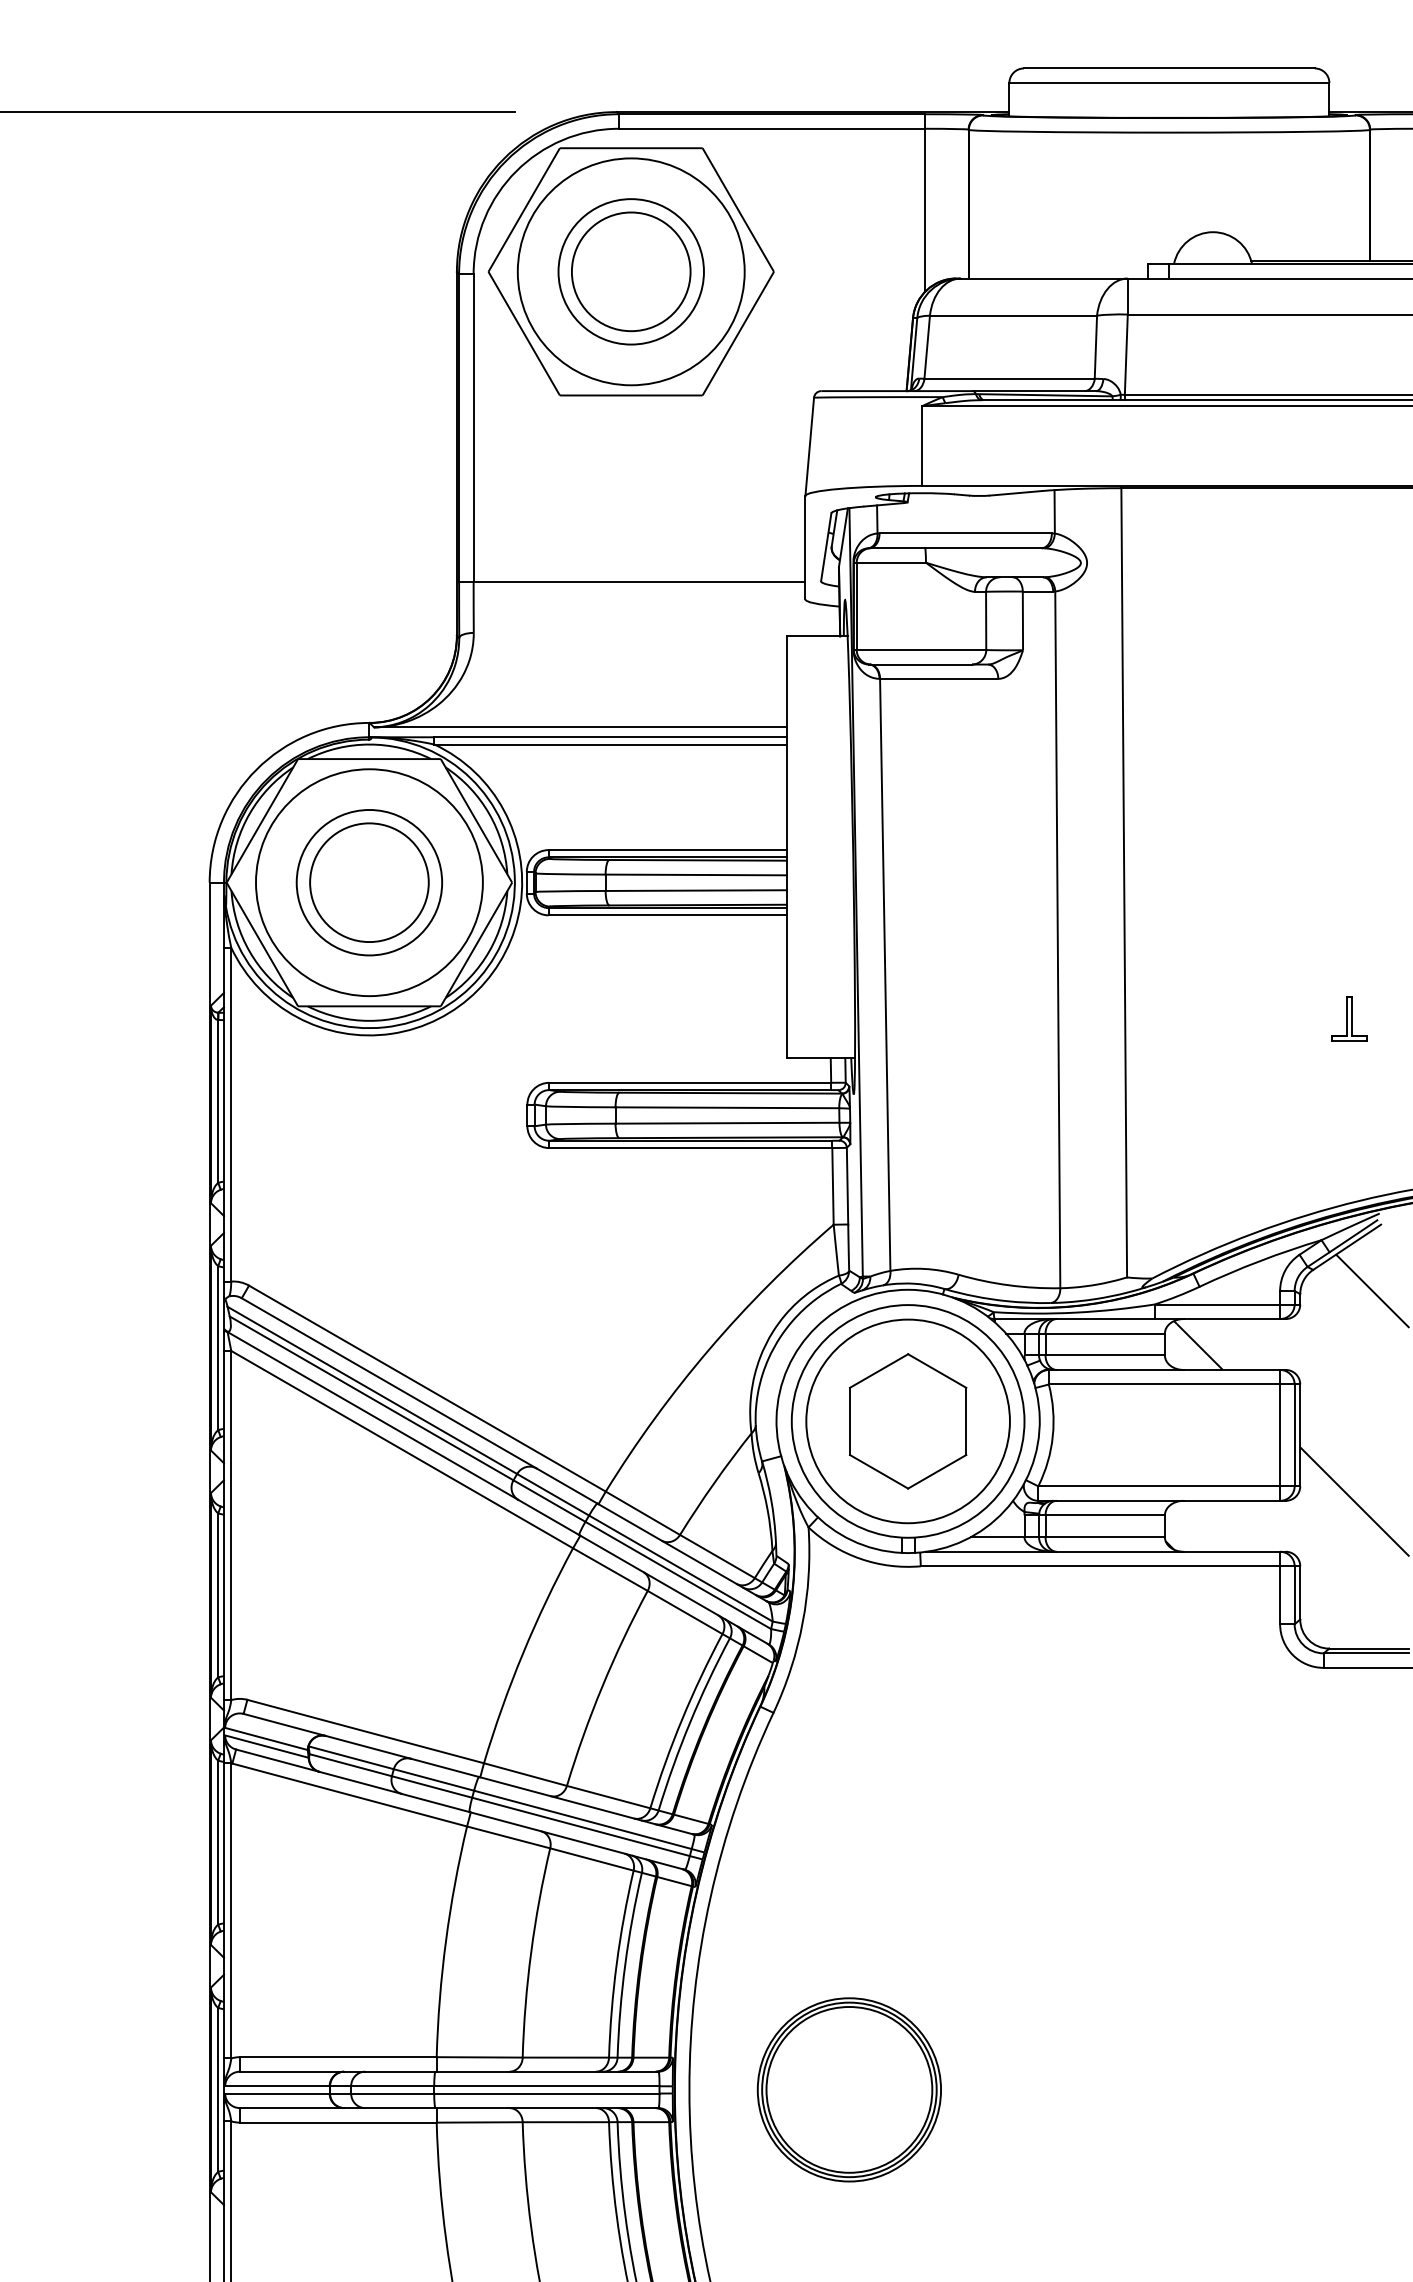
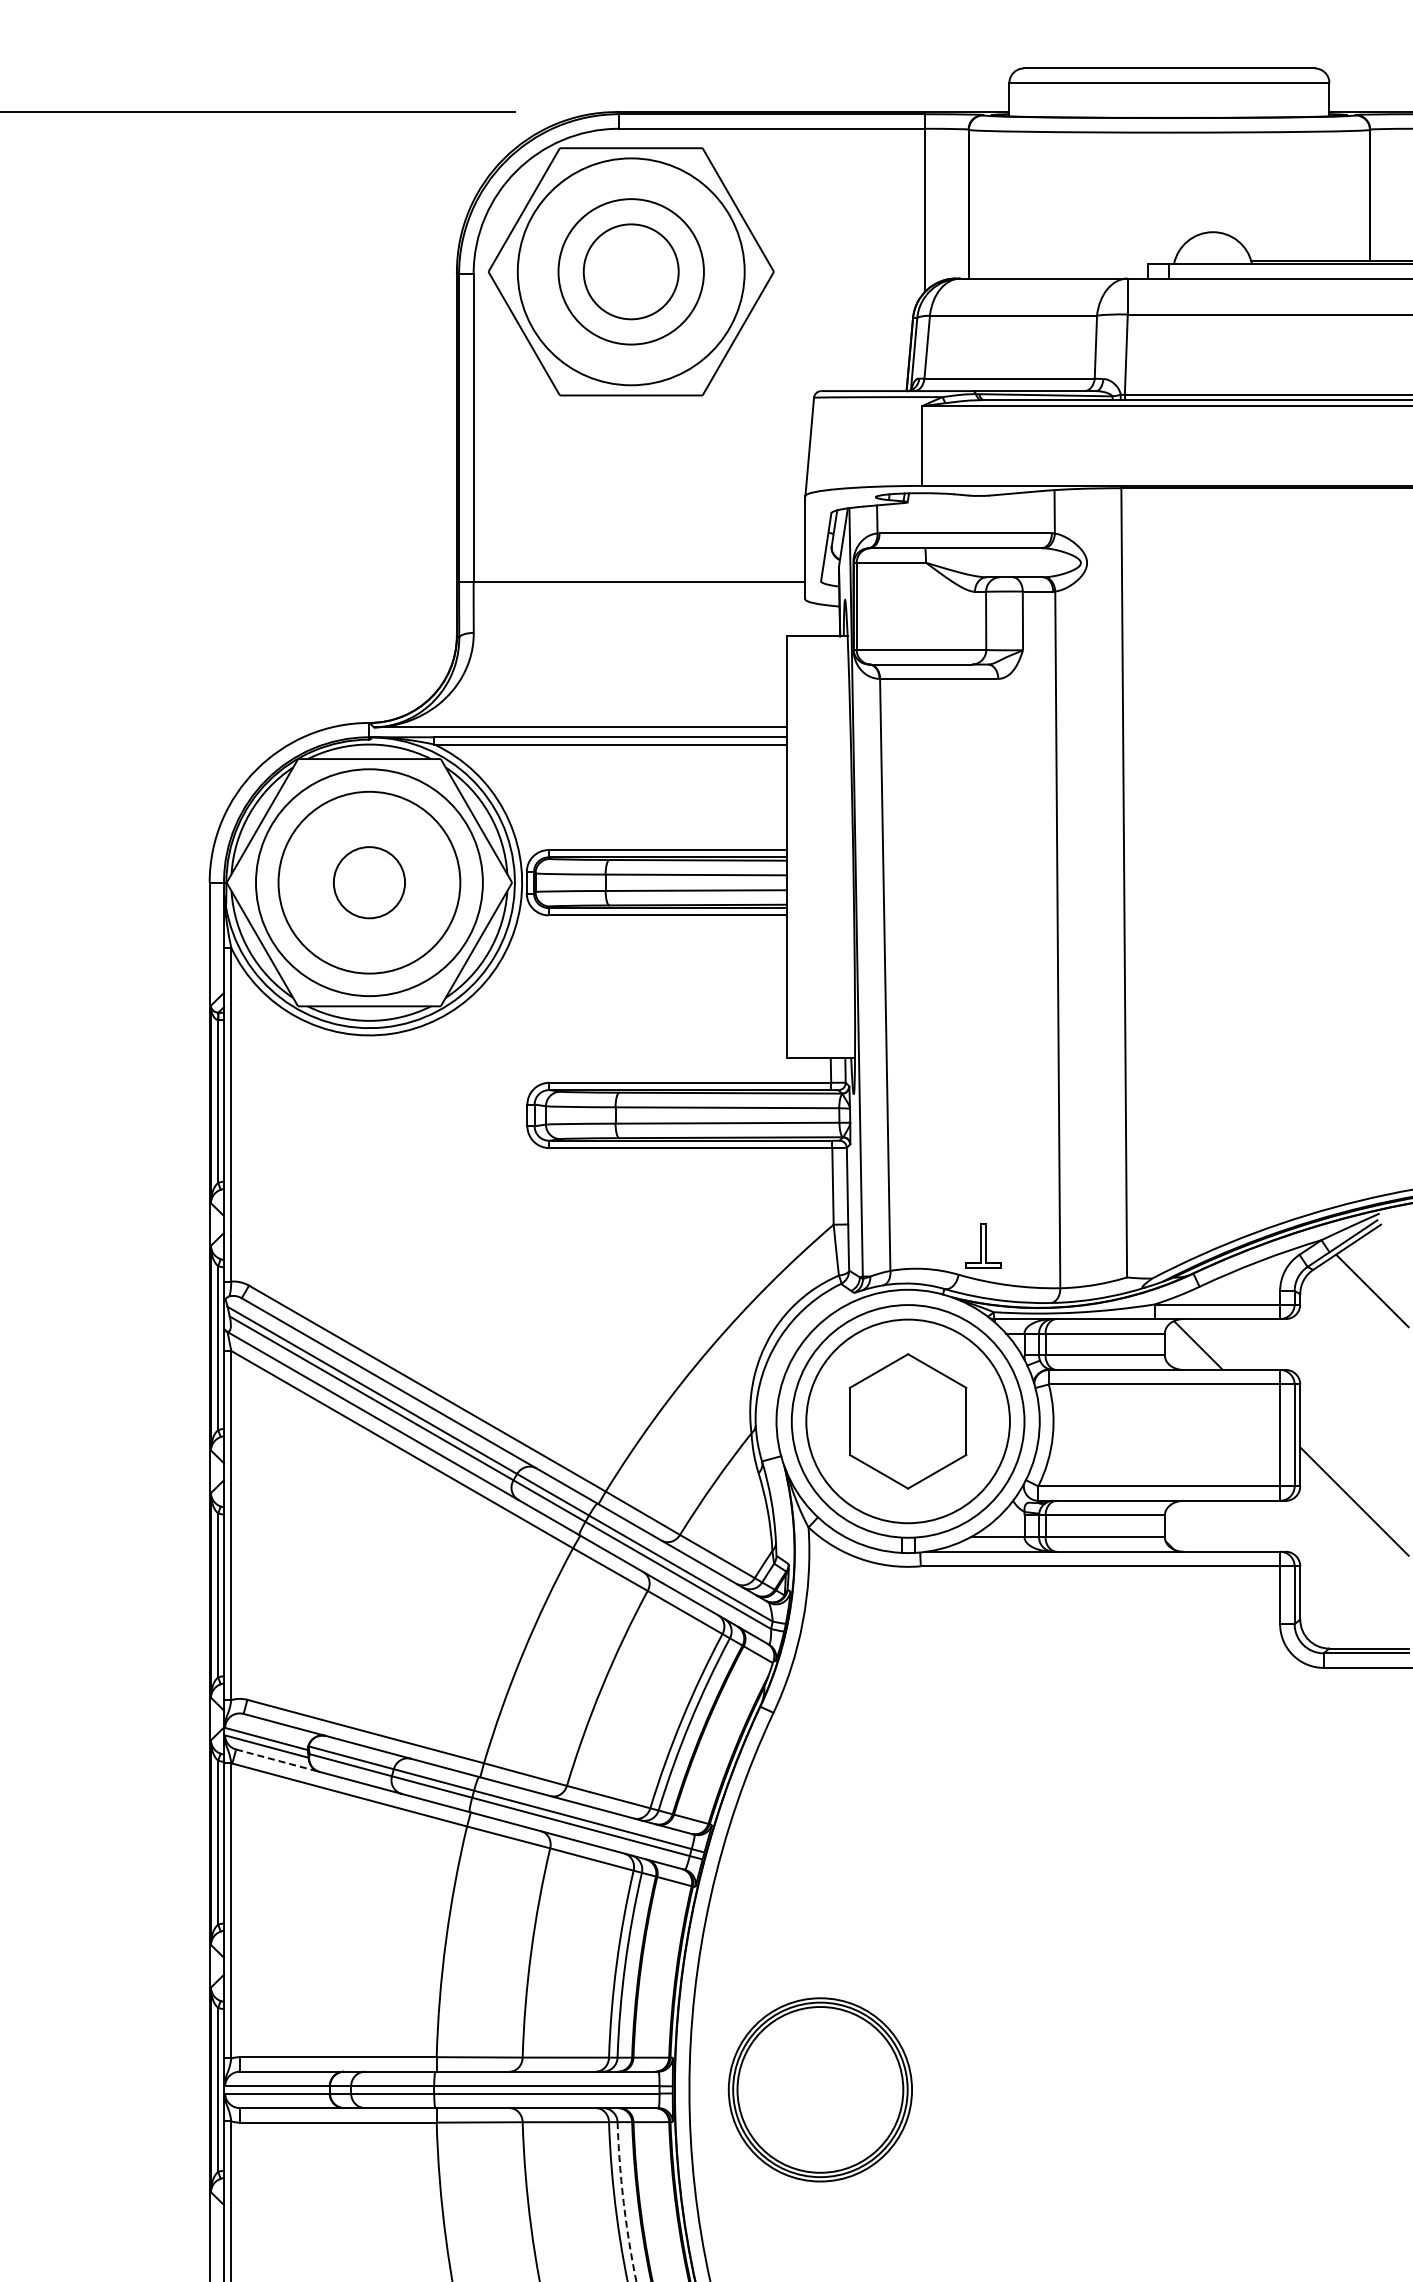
circle at (630, 271) diameter: 119 px -> 95 px
circle at (369, 882) diameter: 119 px -> 71 px
circle at (369, 882) diameter: 145 px -> 182 px
part at (1349, 1018) position: (1349, 1018) -> (983, 1245)
line at (278, 1760): solid -> dashed
part at (848, 2089) position: (848, 2089) -> (819, 2089)
arc at (623, 2202): solid -> dashed
